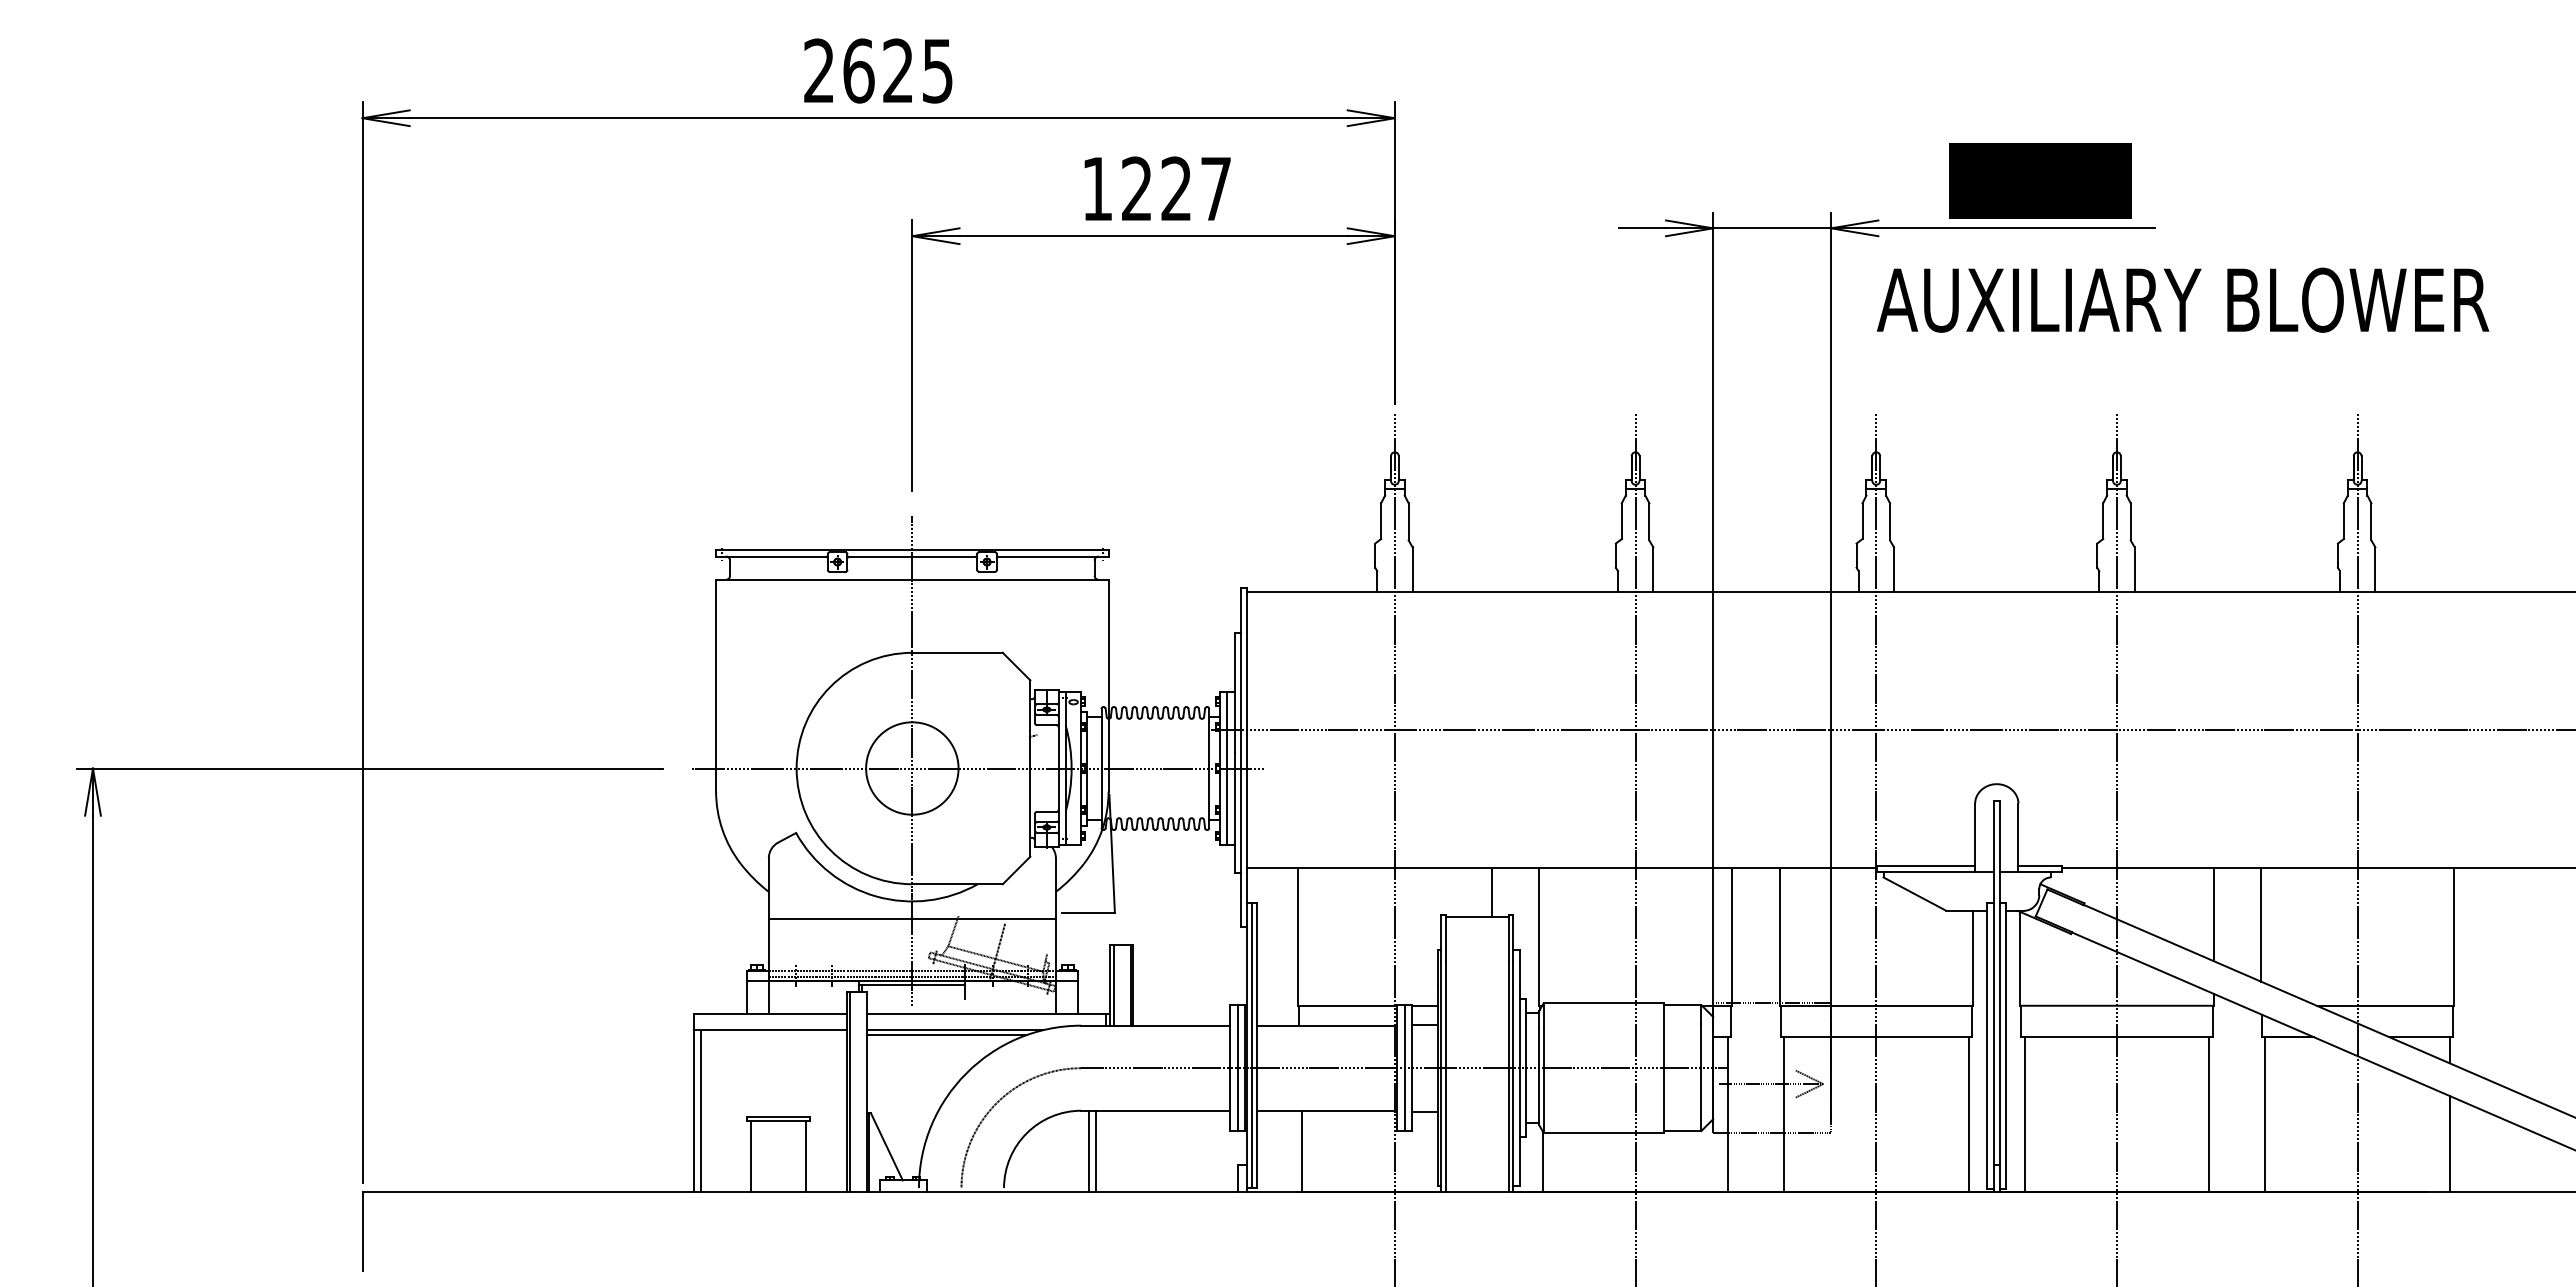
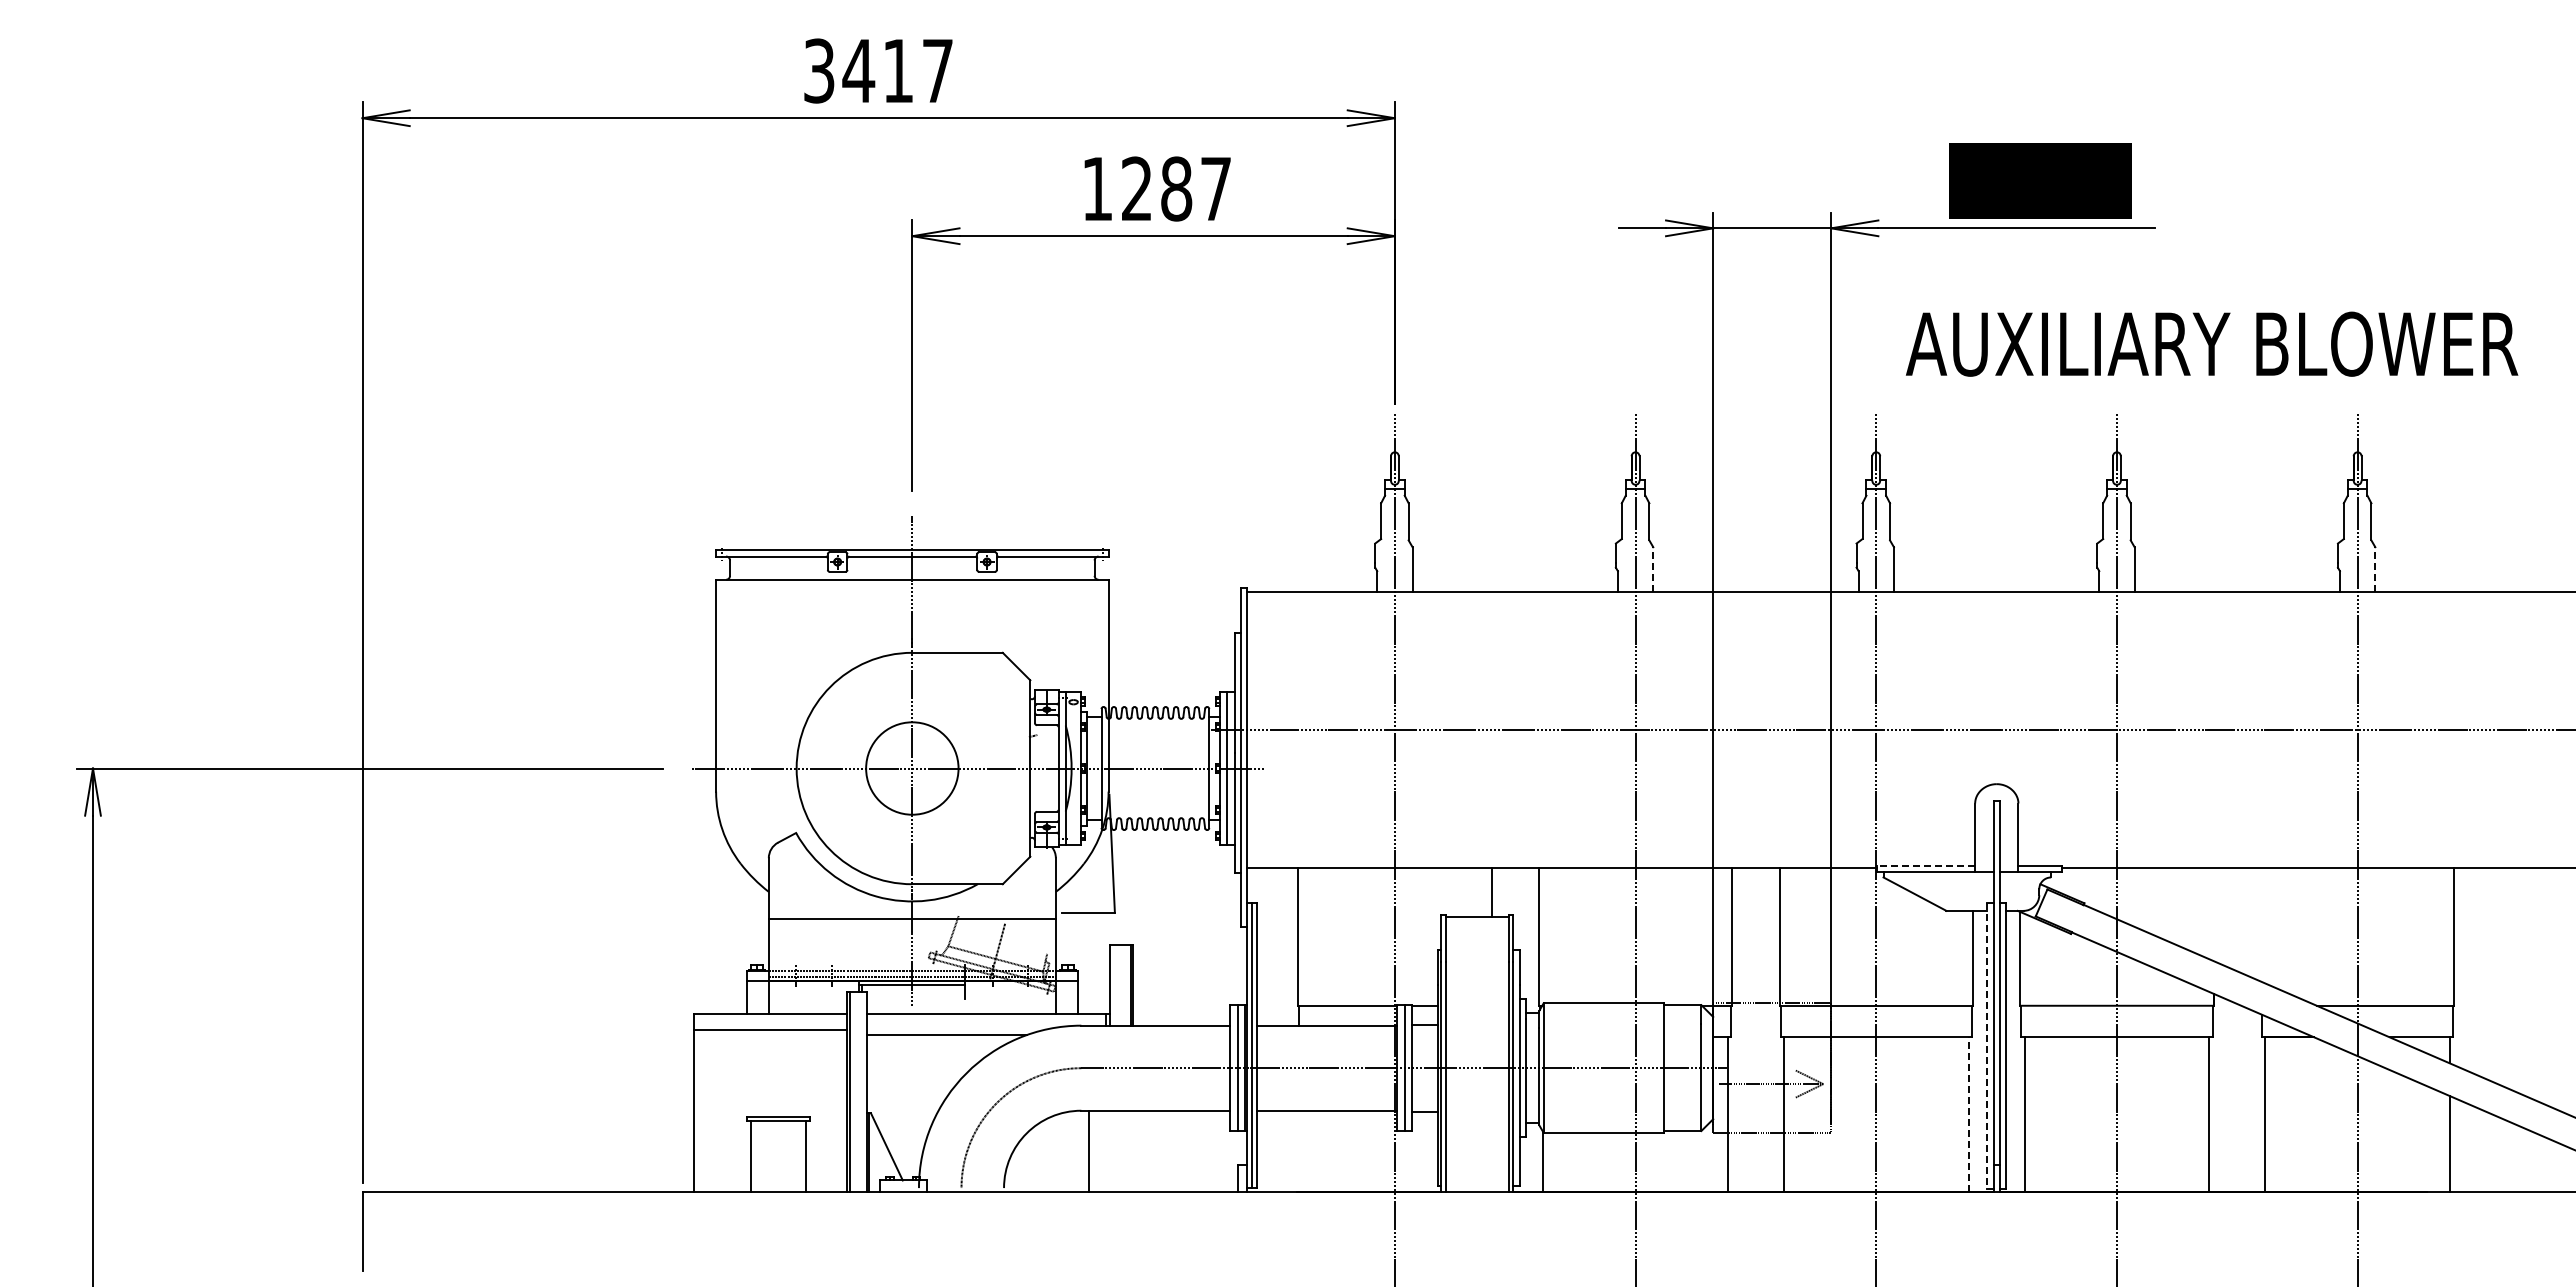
text at (878, 70): 2625 -> 3417
text at (1176, 188): 1227 -> 1287
text at (2183, 299) position: (2183, 299) -> (2212, 343)
line at (1653, 569): solid -> dashed
line at (2375, 569): solid -> dashed
line at (1925, 866): solid -> dashed
line at (2213, 914): present -> none
line at (2260, 924): present -> none
line at (1113, 984): present -> none
line at (955, 1030): present -> none
line at (1987, 1045): solid -> dashed
line at (700, 1111): present -> none
line at (1968, 1114): solid -> dashed
line at (1095, 1151): present -> none
line at (1302, 1151): present -> none
